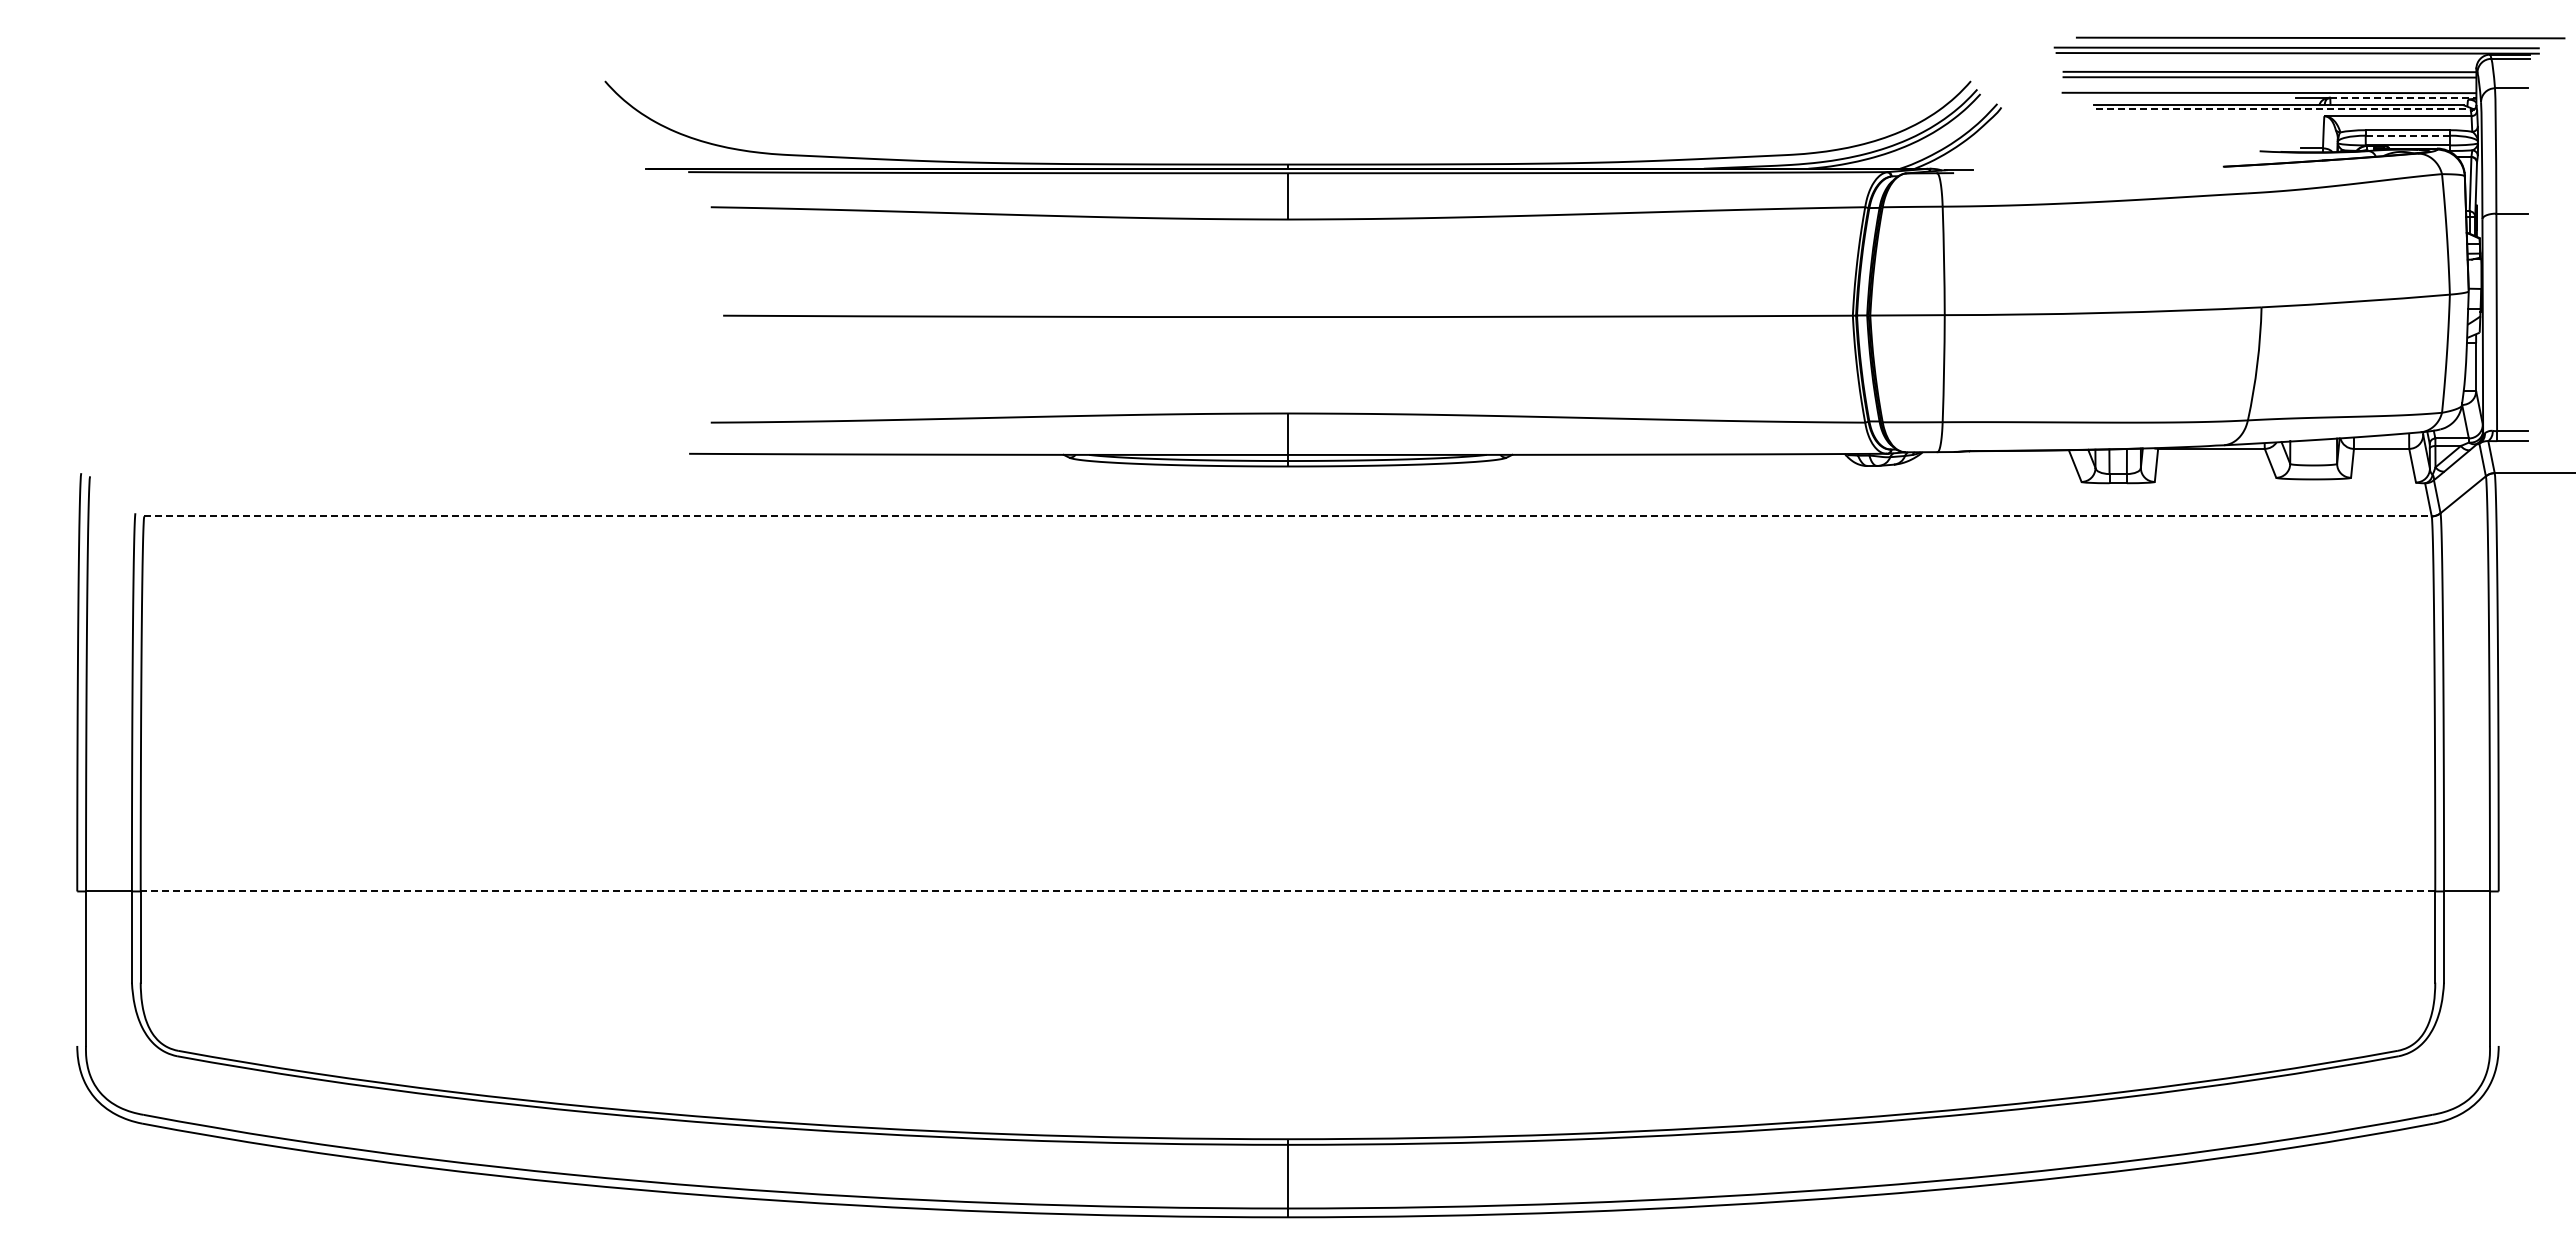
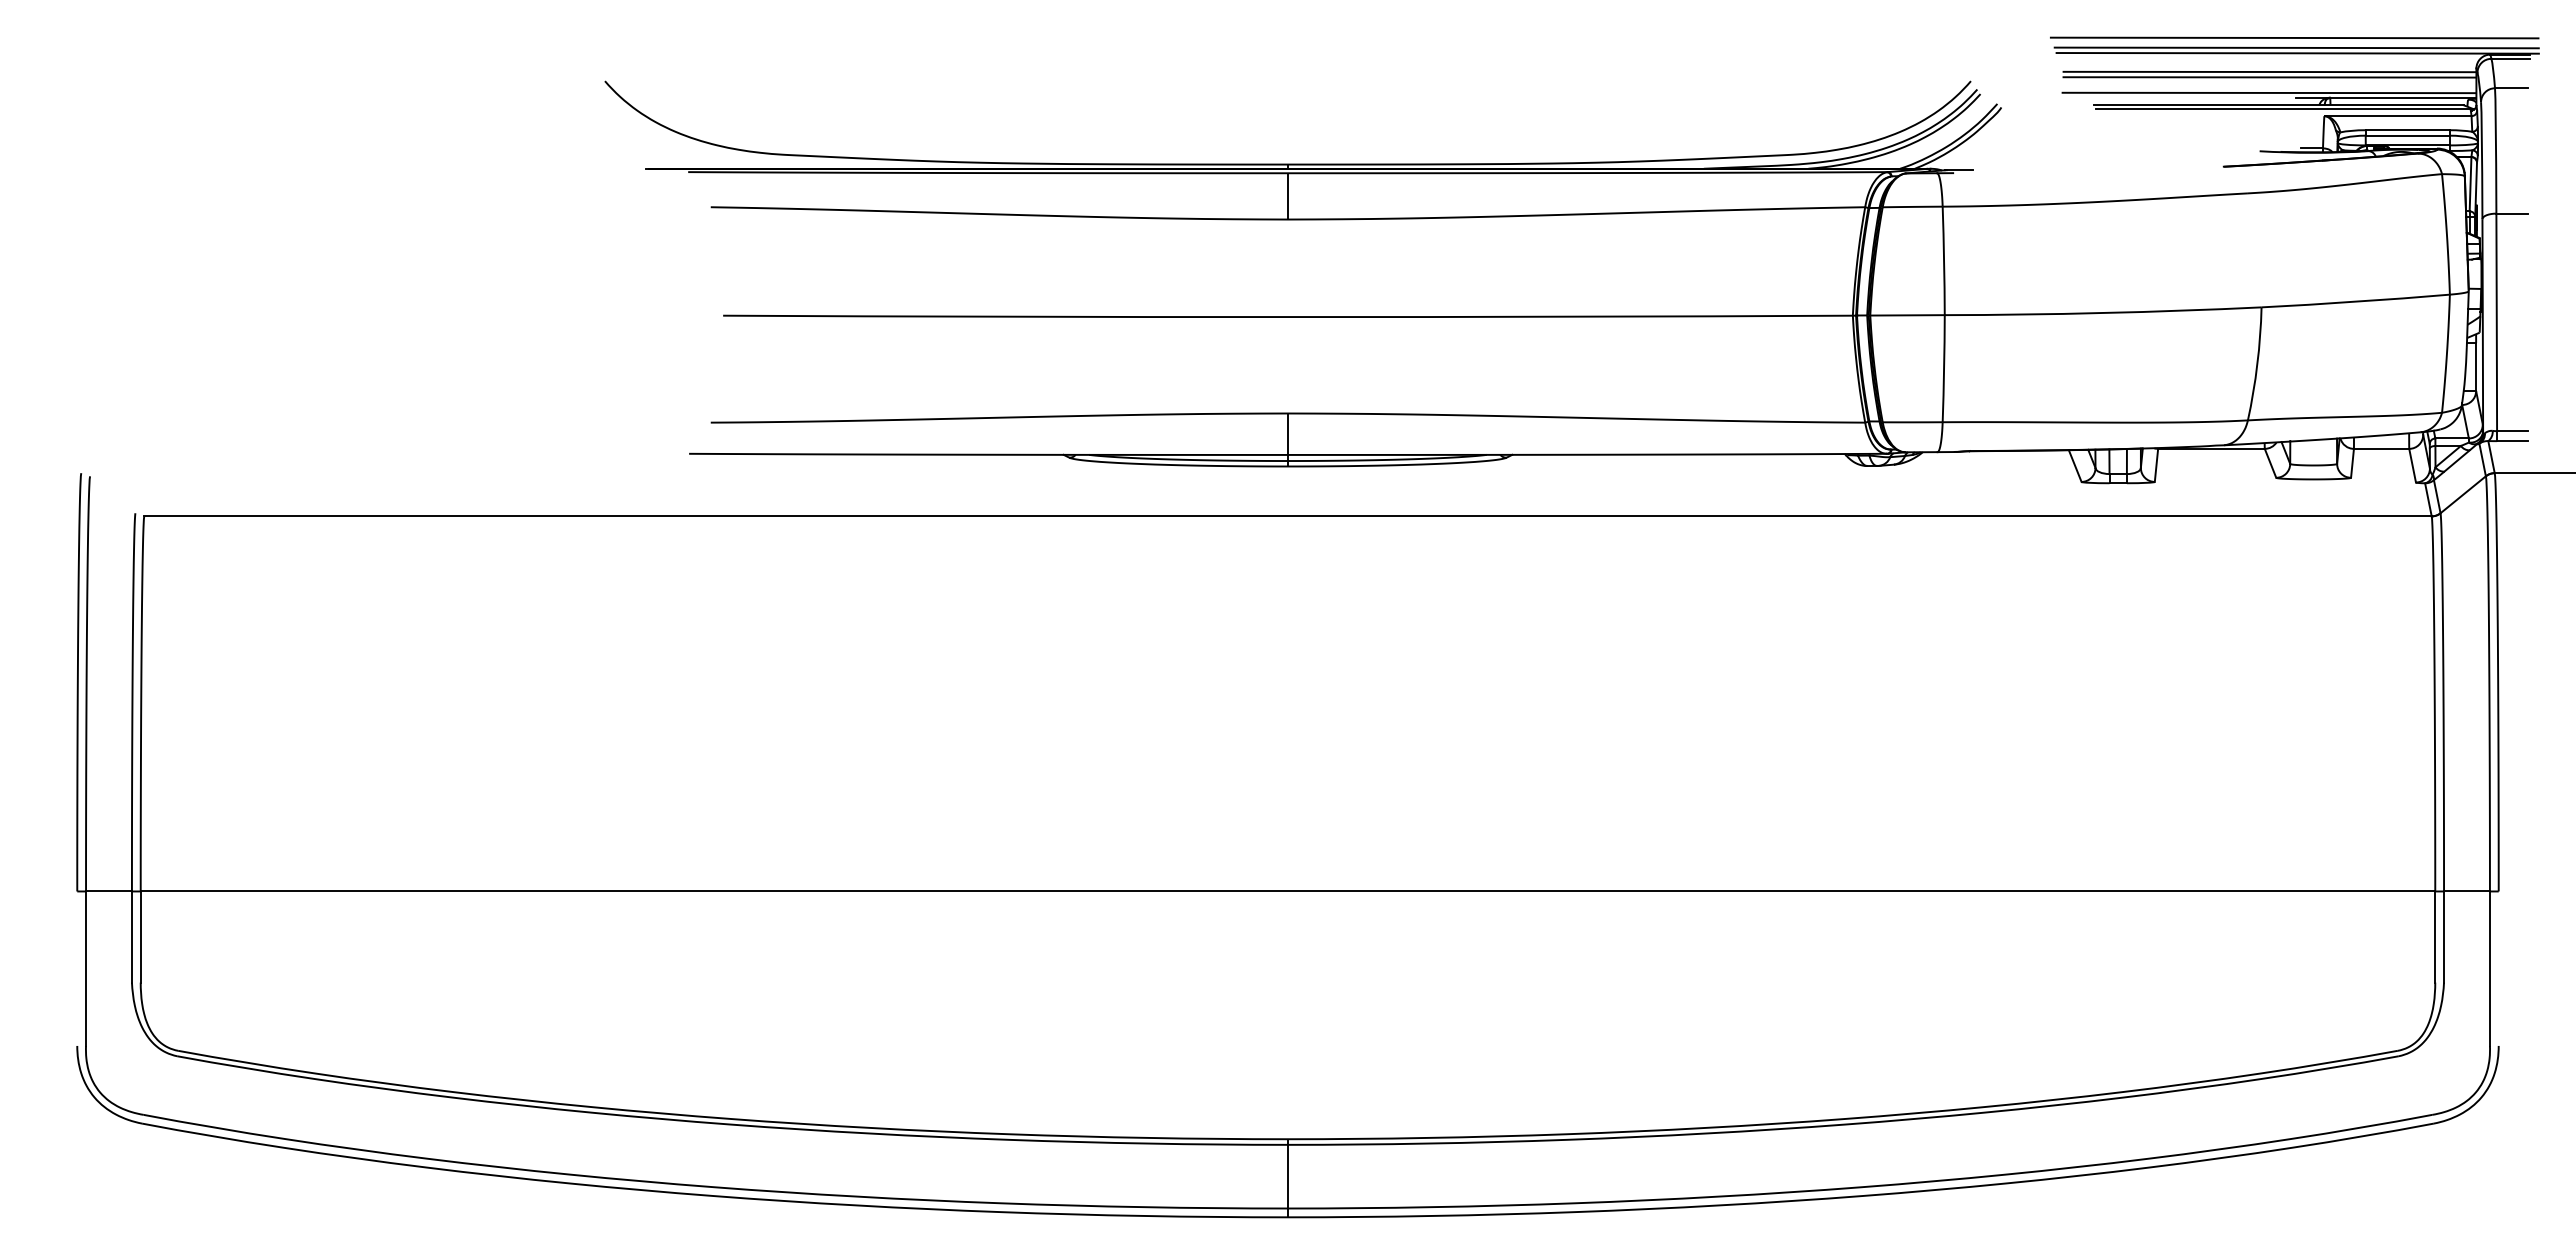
line at (2320, 37) position: (2320, 37) -> (2294, 37)
line at (2403, 98): dashed -> solid
line at (2283, 109): dashed -> solid
line at (2407, 135): dashed -> solid
line at (1287, 516): dashed -> solid
line at (1287, 891): dashed -> solid
